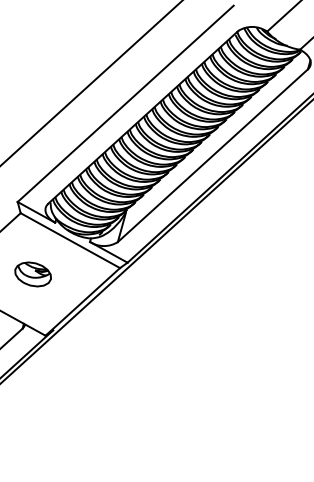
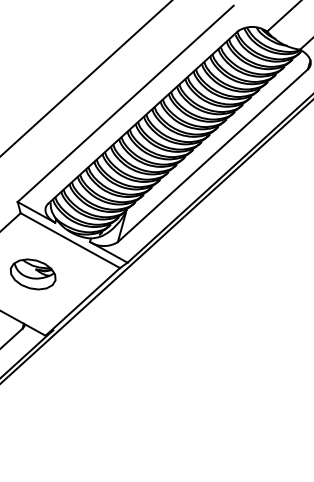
line at (91, 83) position: (91, 83) -> (86, 78)
part at (32, 274) size: 38x27 px -> 48x33 px
